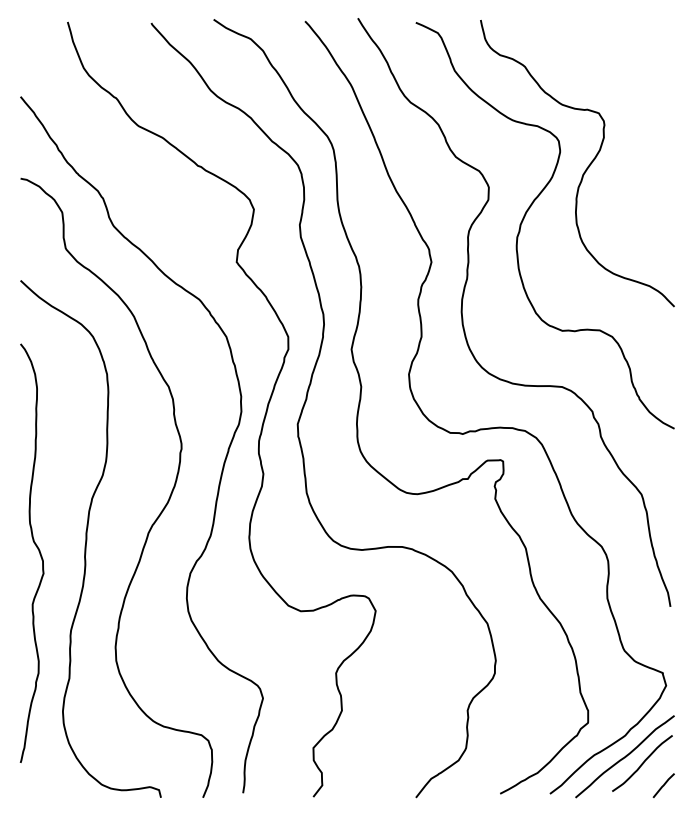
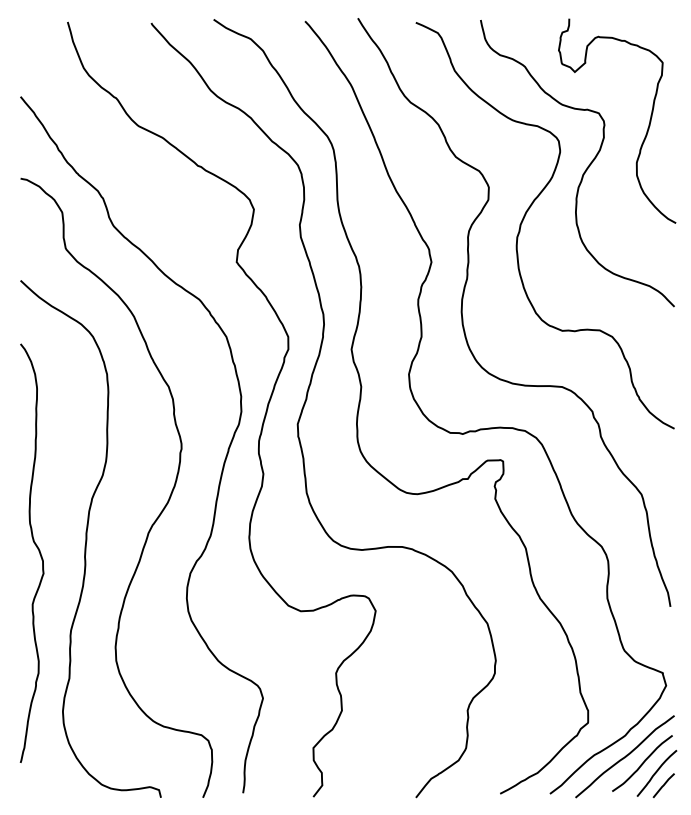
curve at (647, 127): none -> present
curve at (656, 772): none -> present
